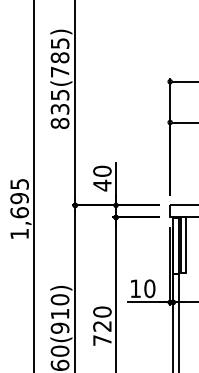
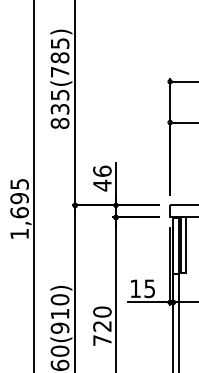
text at (102, 170): 40 -> 46
text at (149, 288): 10 -> 15
